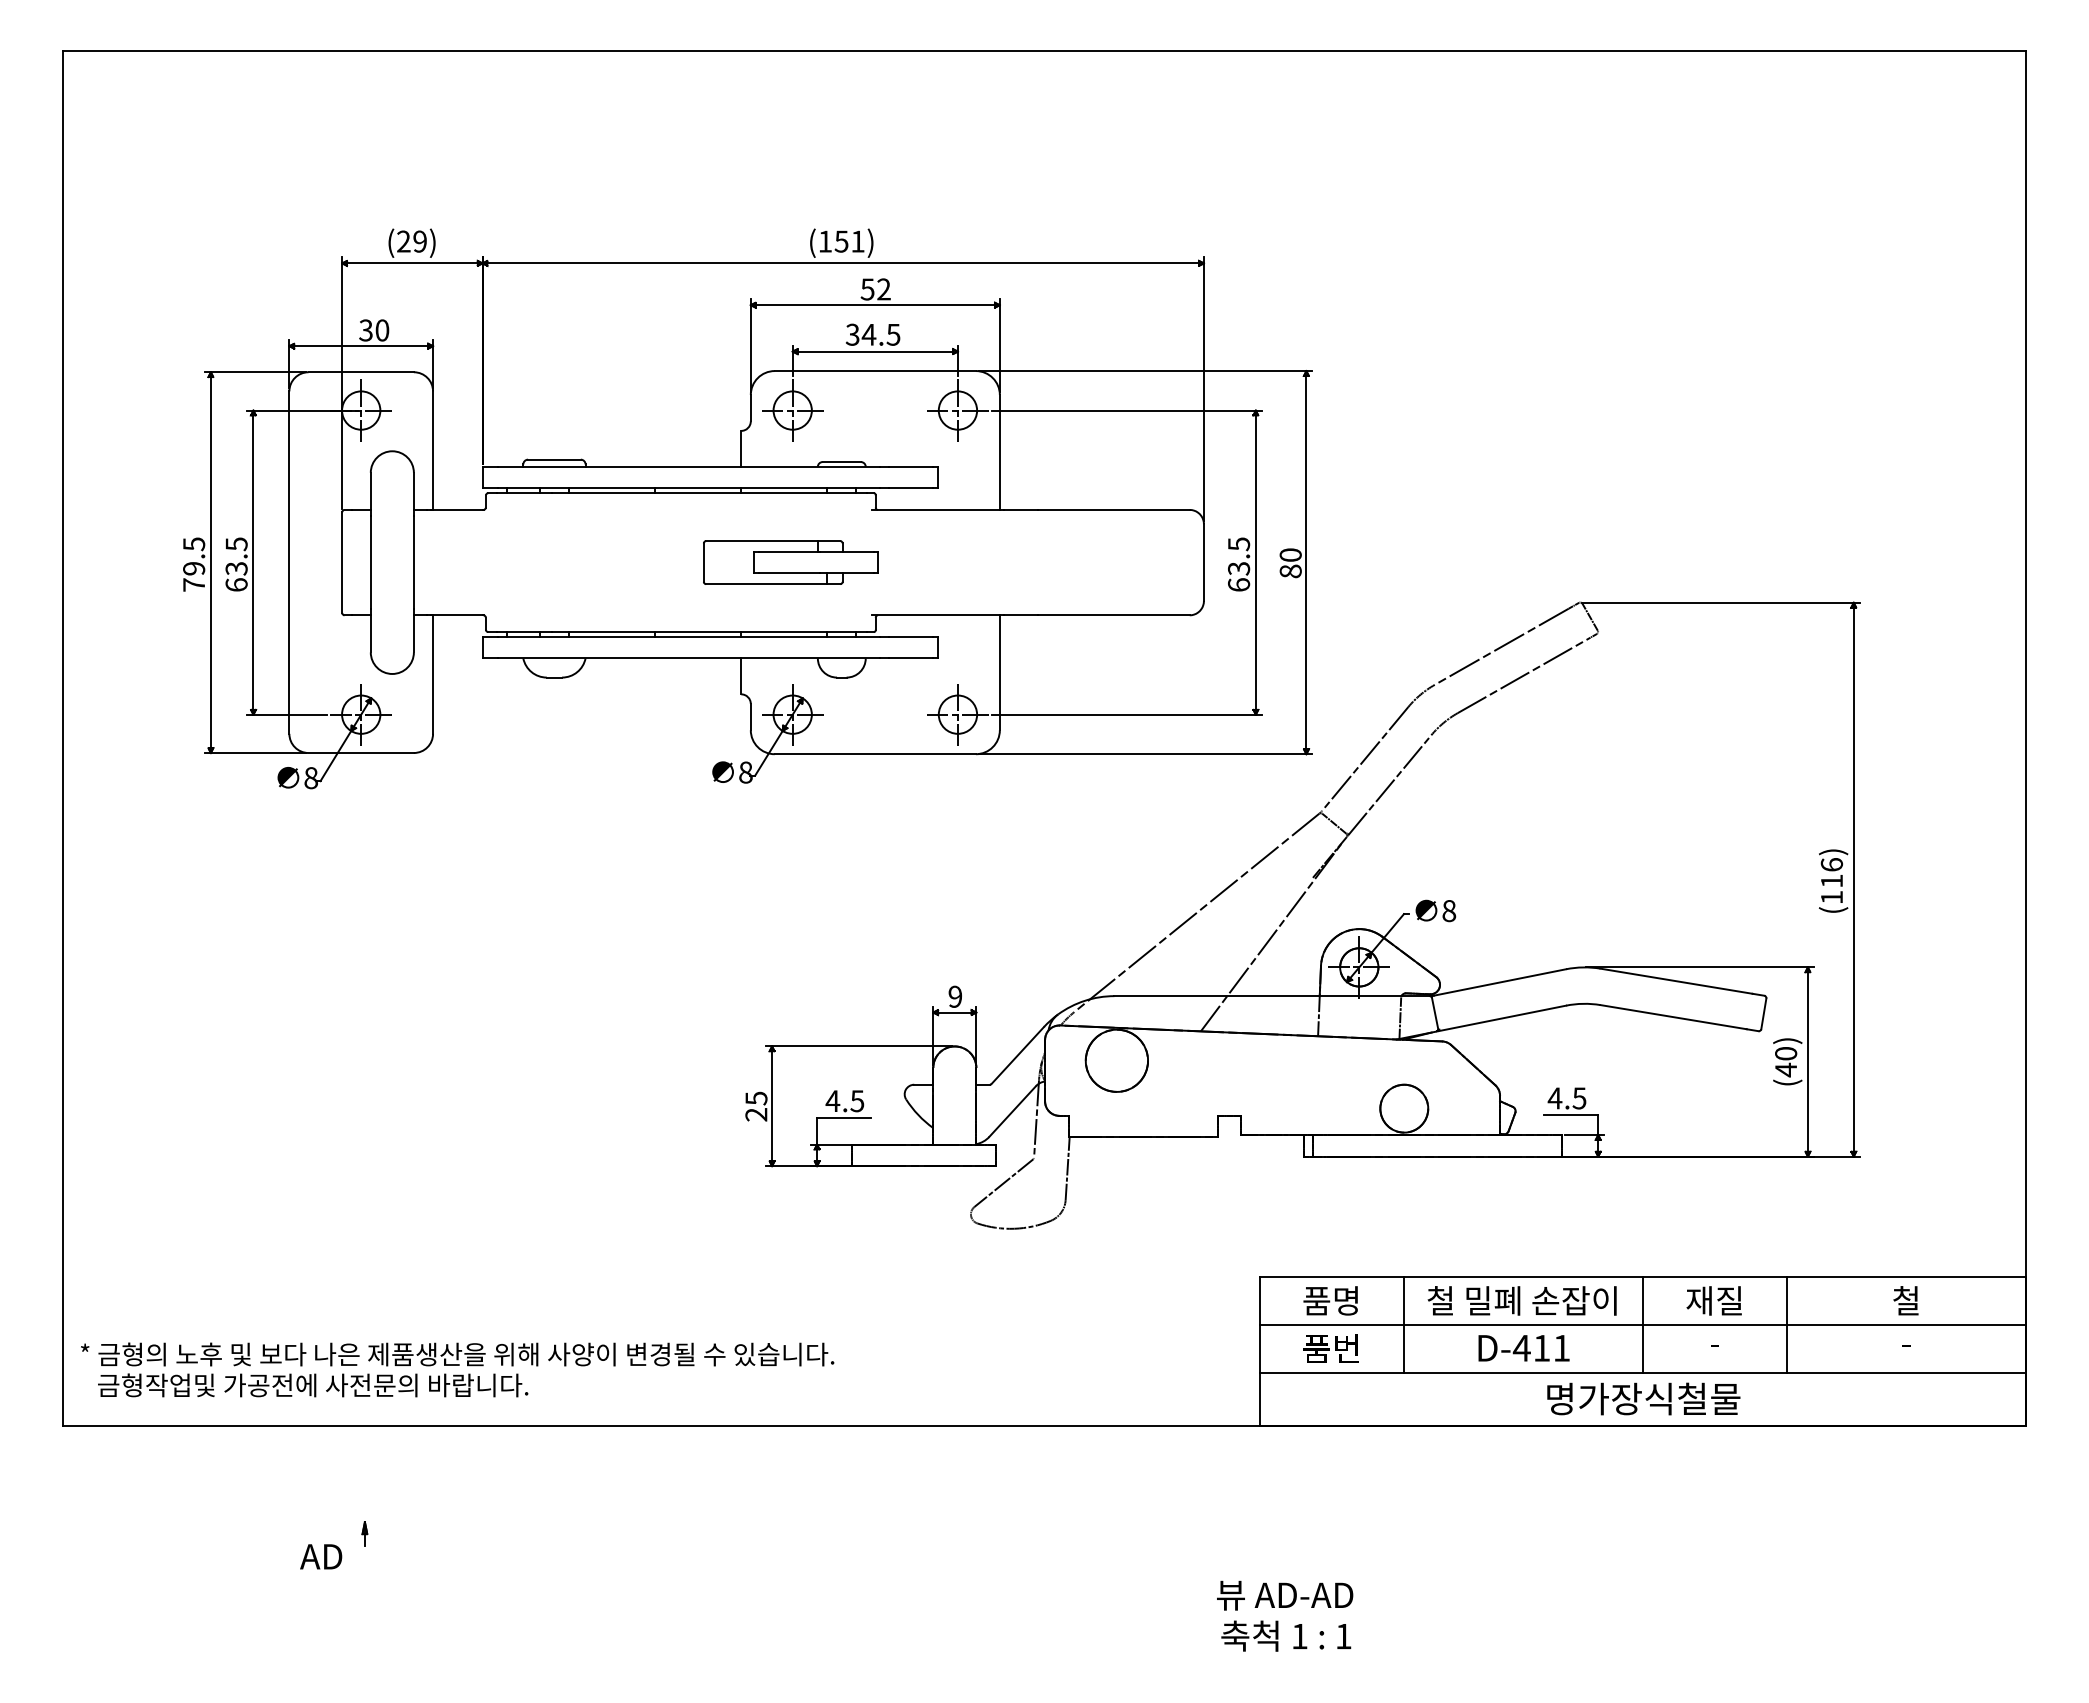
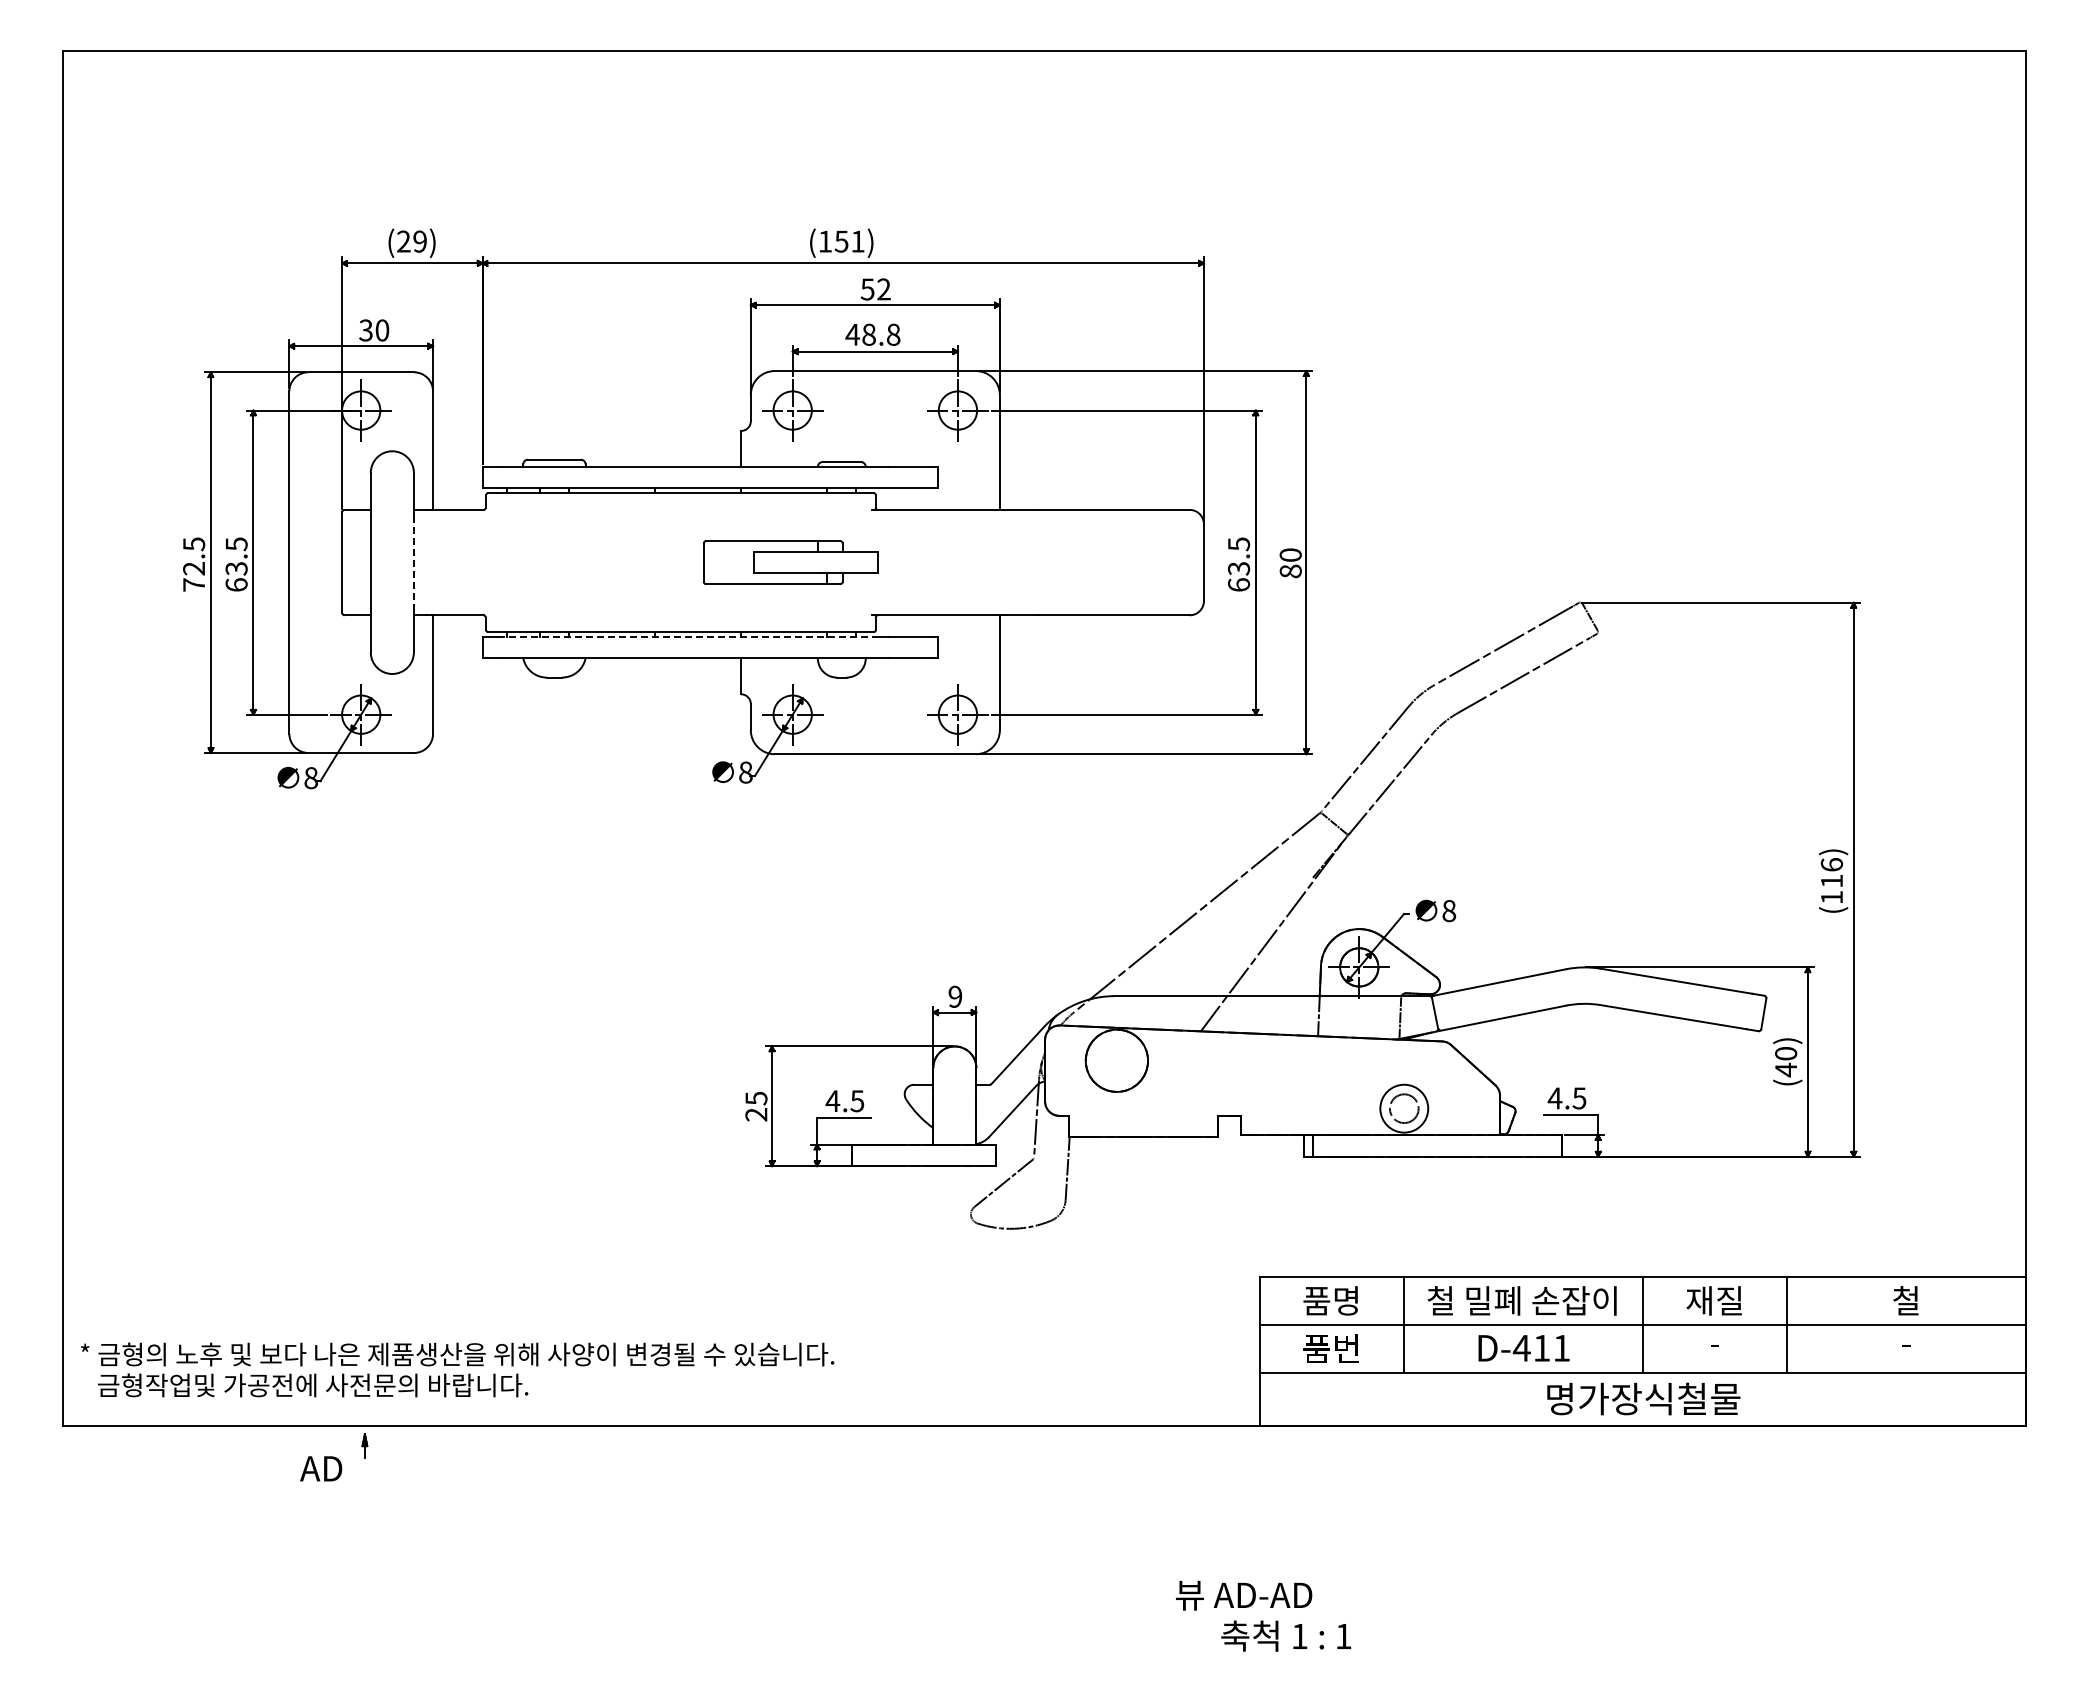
text at (872, 334): 34.5 -> 48.8
line at (413, 562): solid -> dashed
text at (194, 568): 79.5 -> 72.5
line at (689, 636): solid -> dashed
circle at (1404, 1108) diameter: 48 px -> 29 px
part at (334, 1545) position: (334, 1545) -> (334, 1457)
text at (1285, 1595) position: (1285, 1595) -> (1244, 1595)
